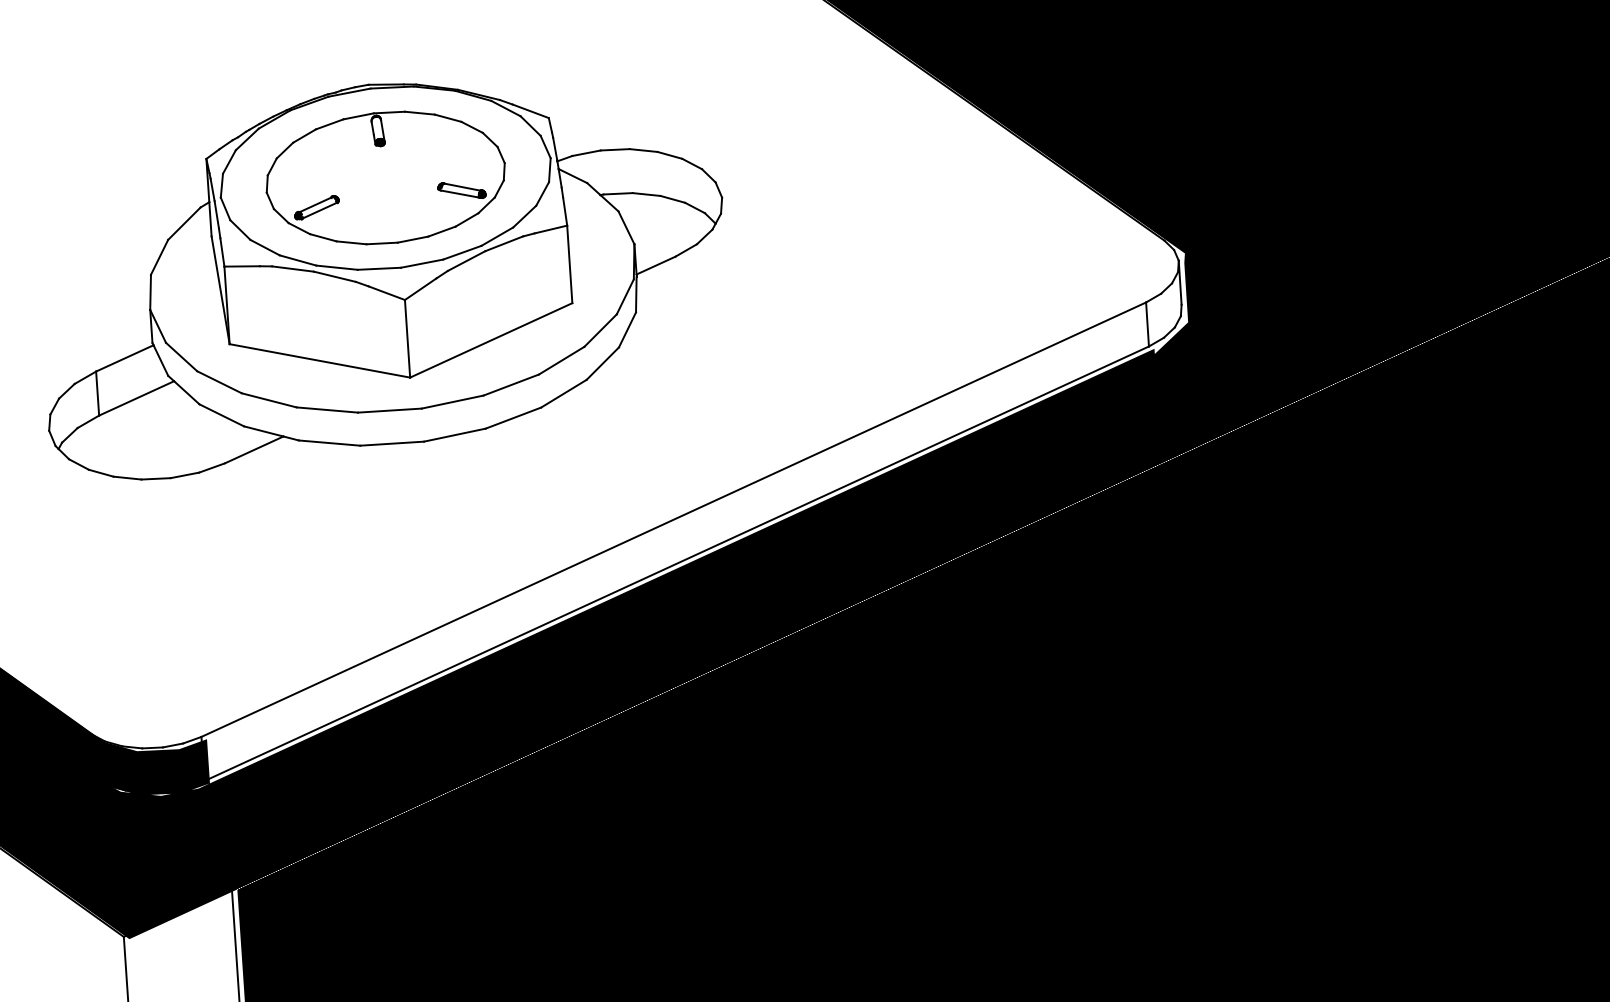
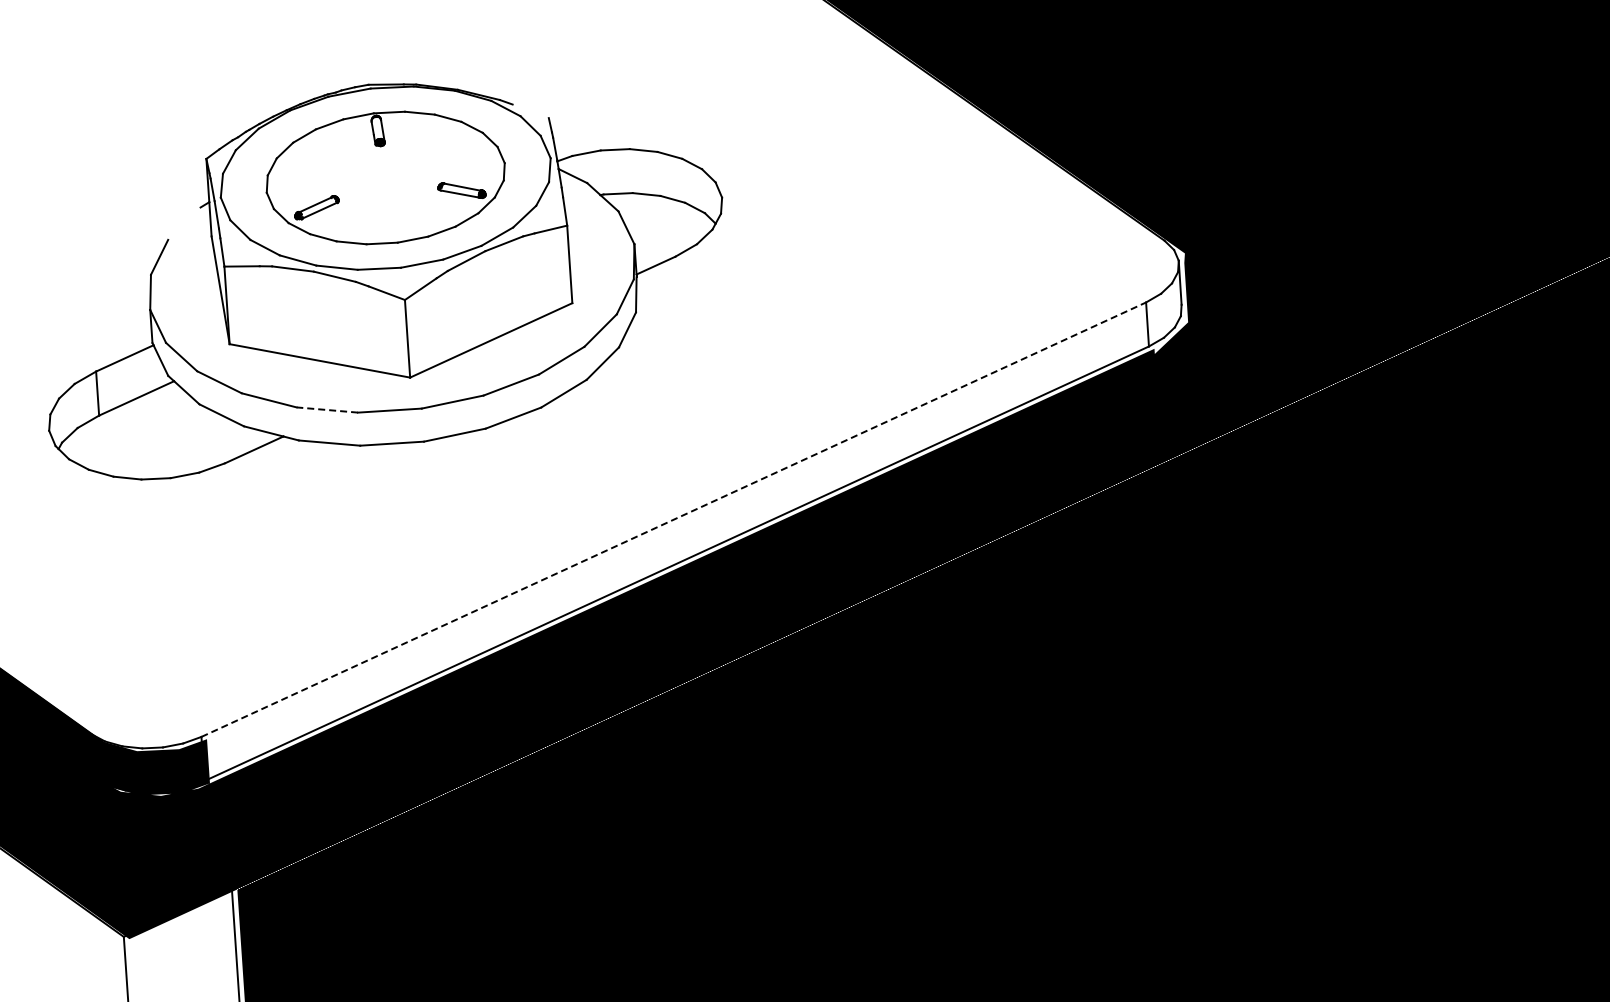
line at (530, 111): present -> none
line at (184, 223): present -> none
line at (327, 410): solid -> dashed
line at (673, 519): solid -> dashed
